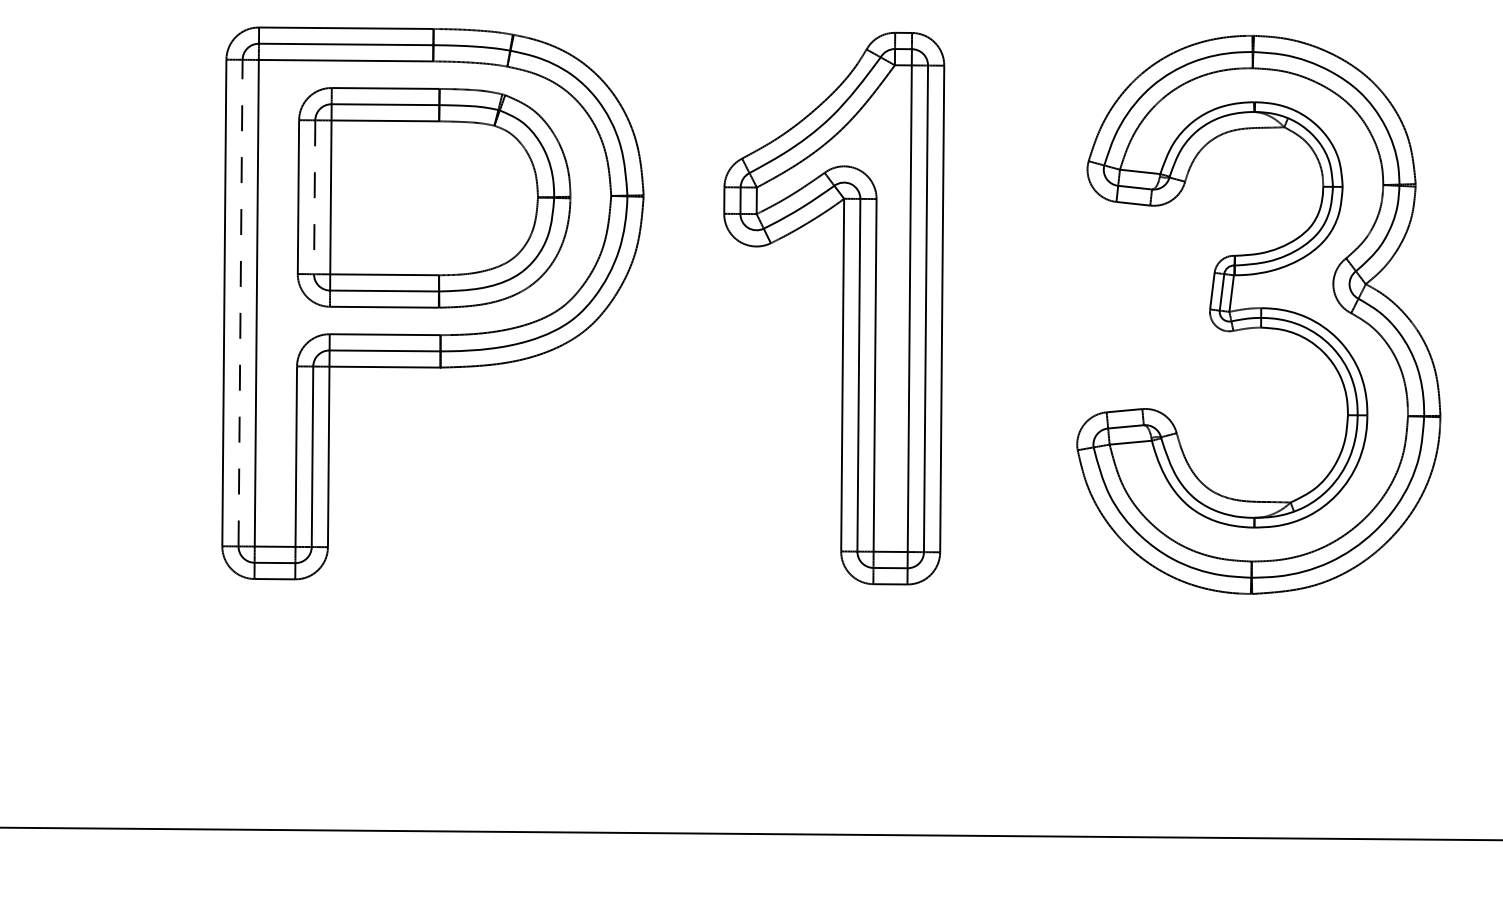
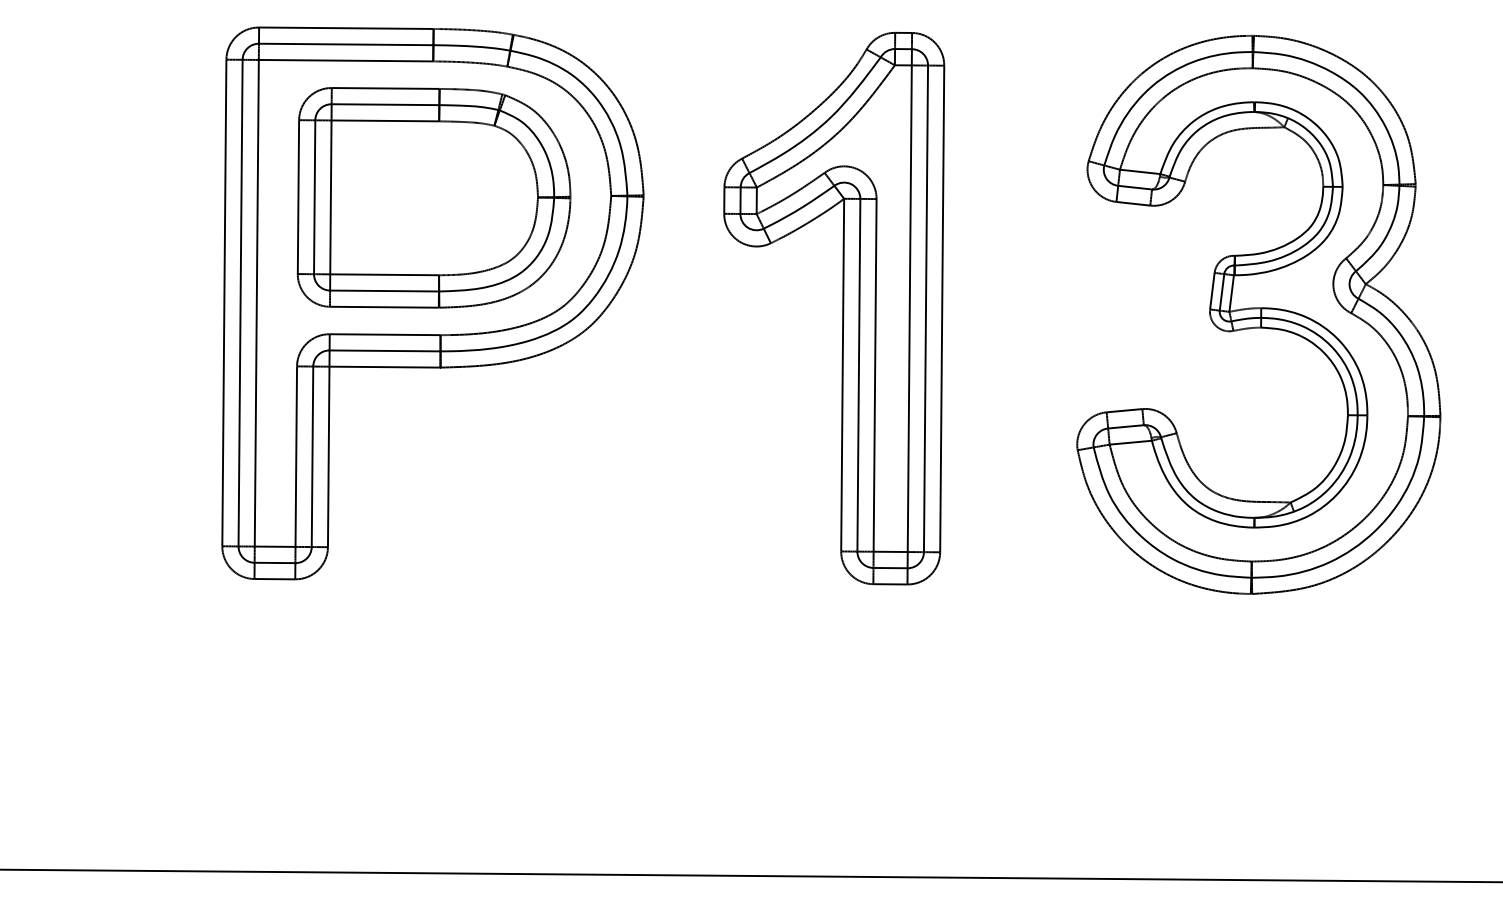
line at (314, 197): dashed -> solid
line at (240, 302): dashed -> solid
line at (750, 833) position: (750, 833) -> (750, 875)
